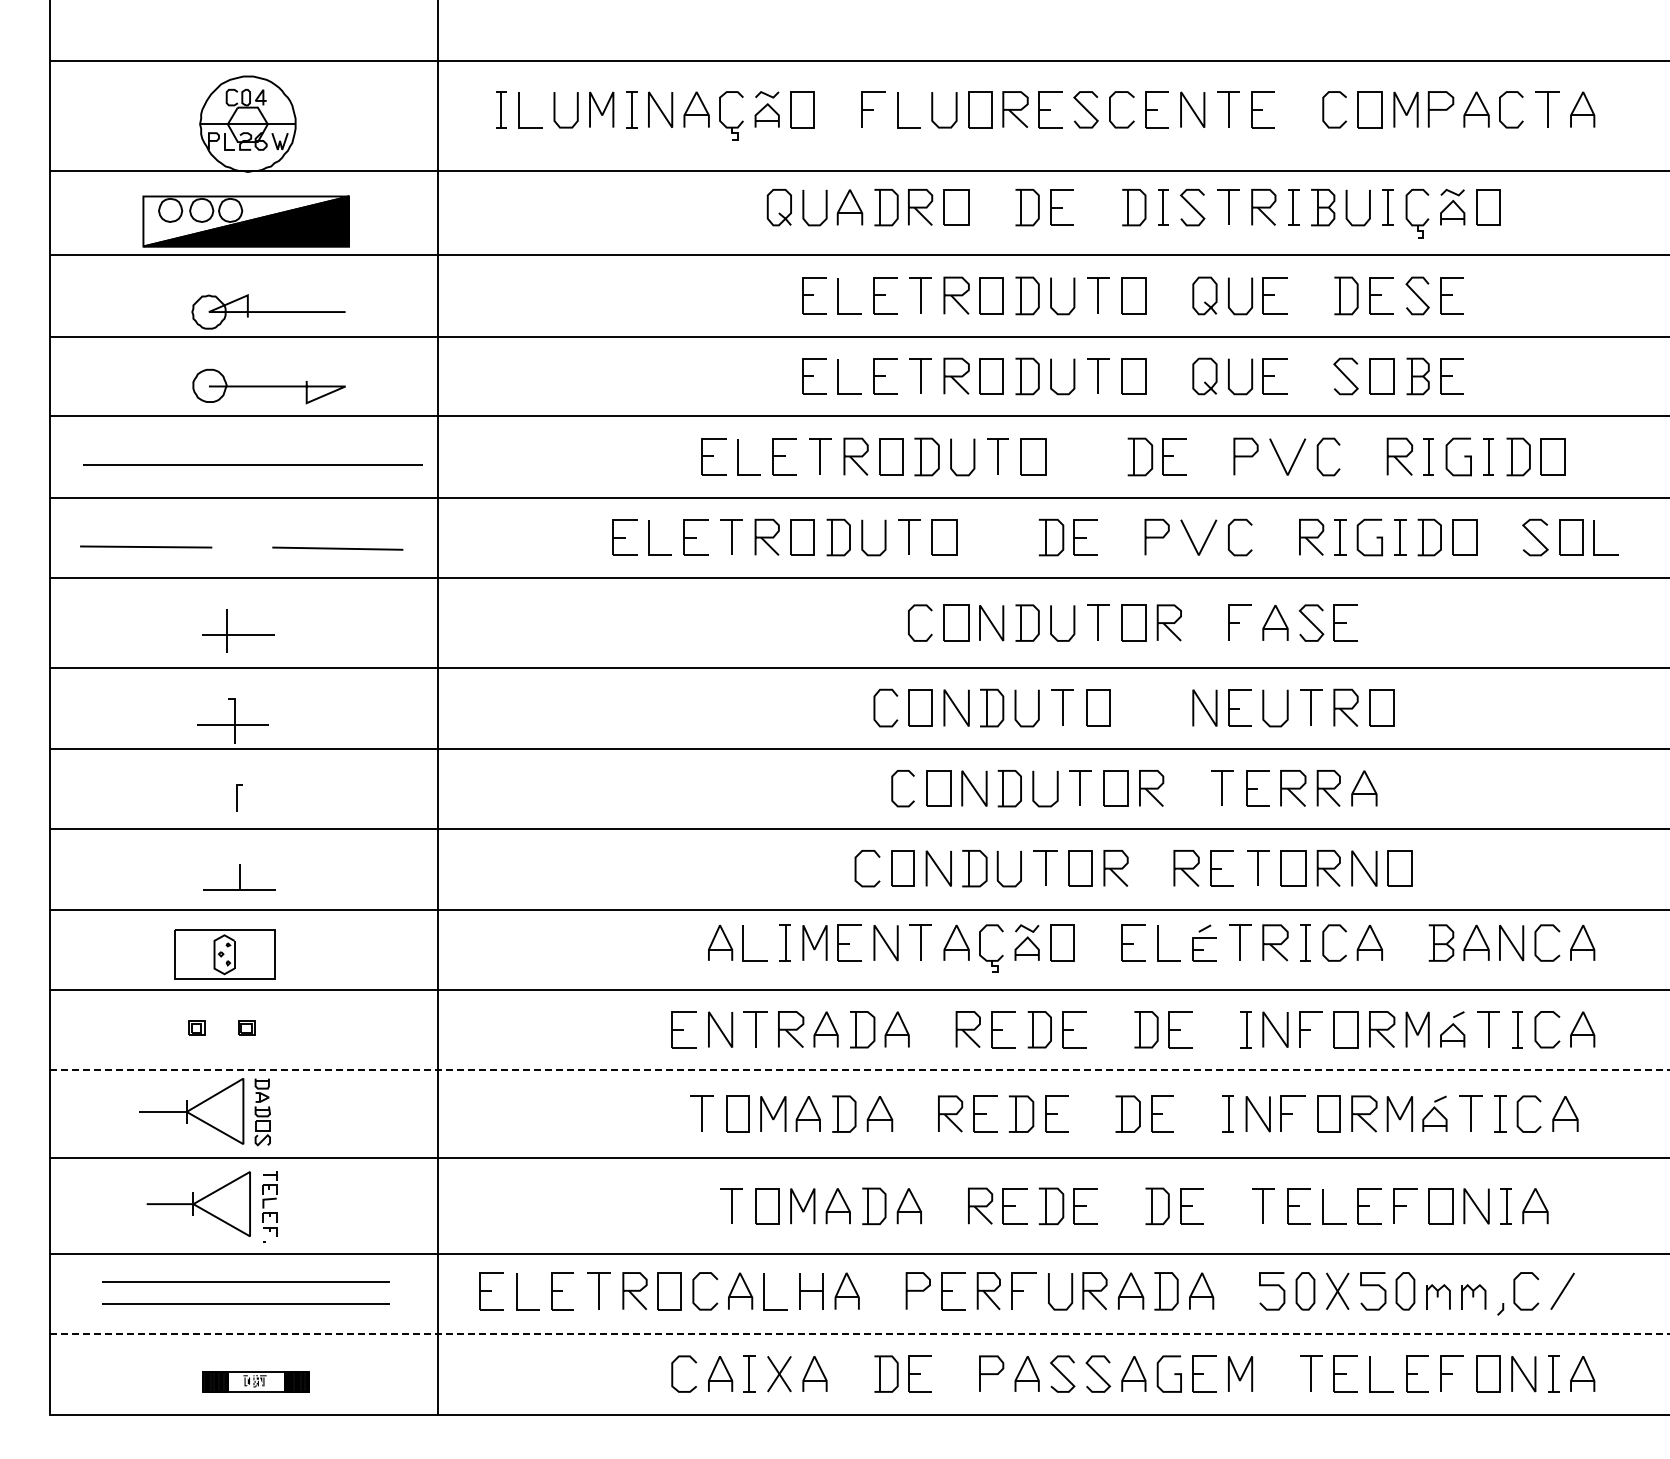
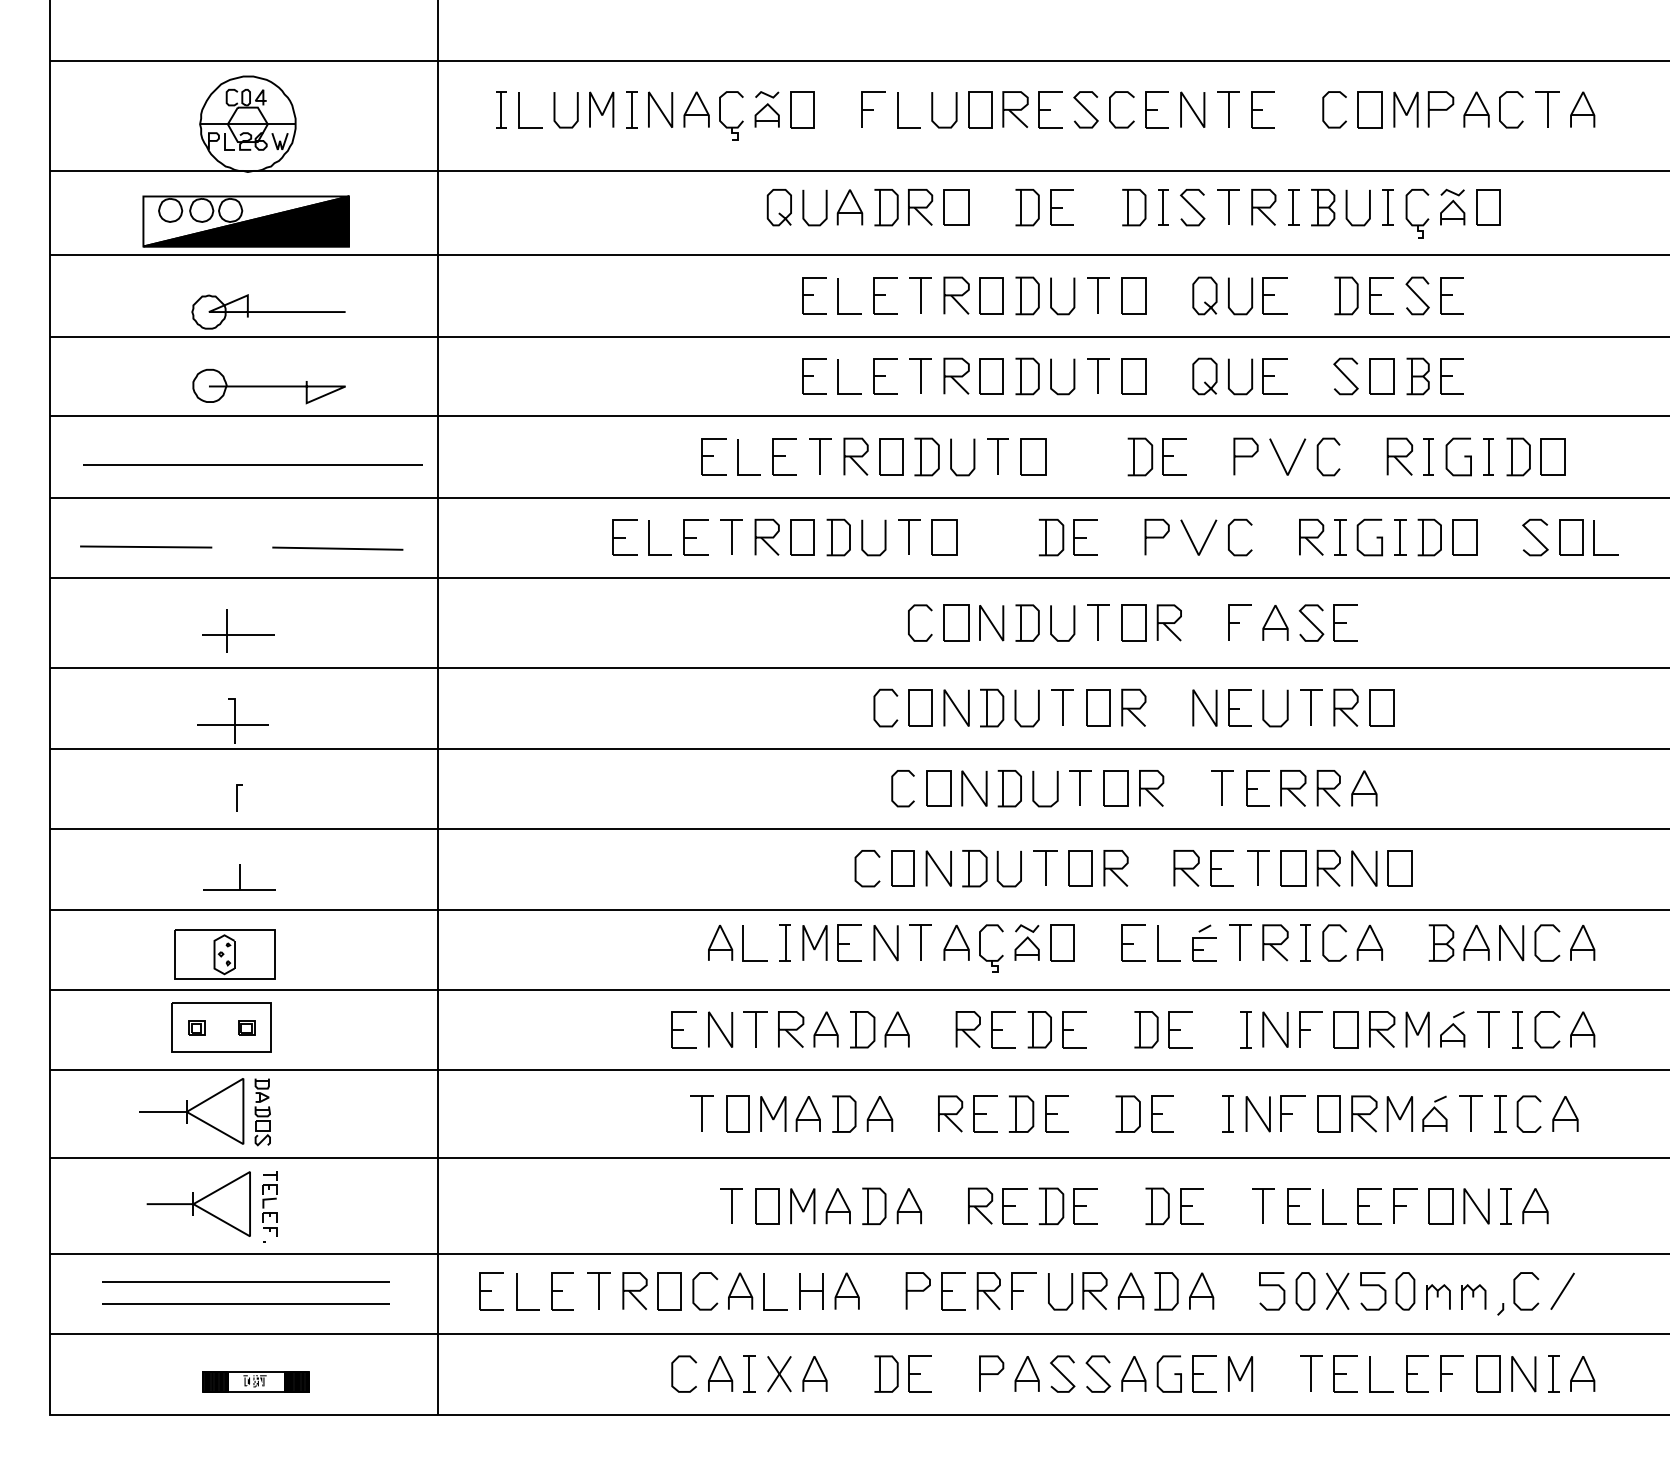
part at (1133, 707): none -> present
part at (221, 1027): none -> present
line at (860, 1069): dashed -> solid
line at (860, 1334): dashed -> solid
